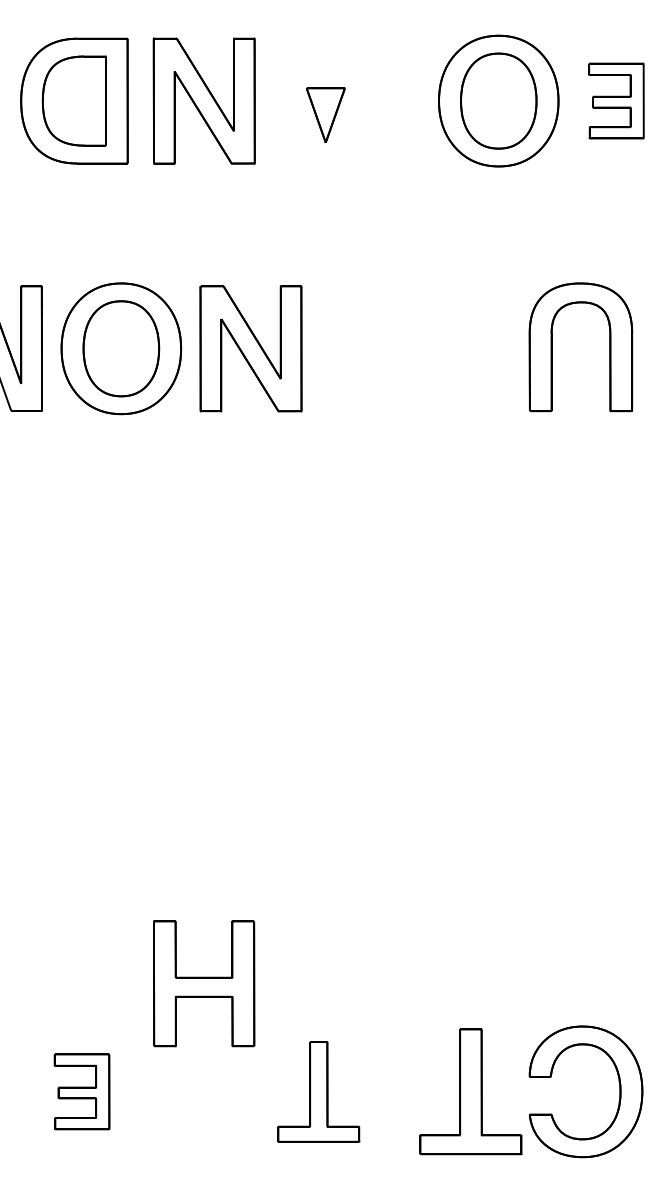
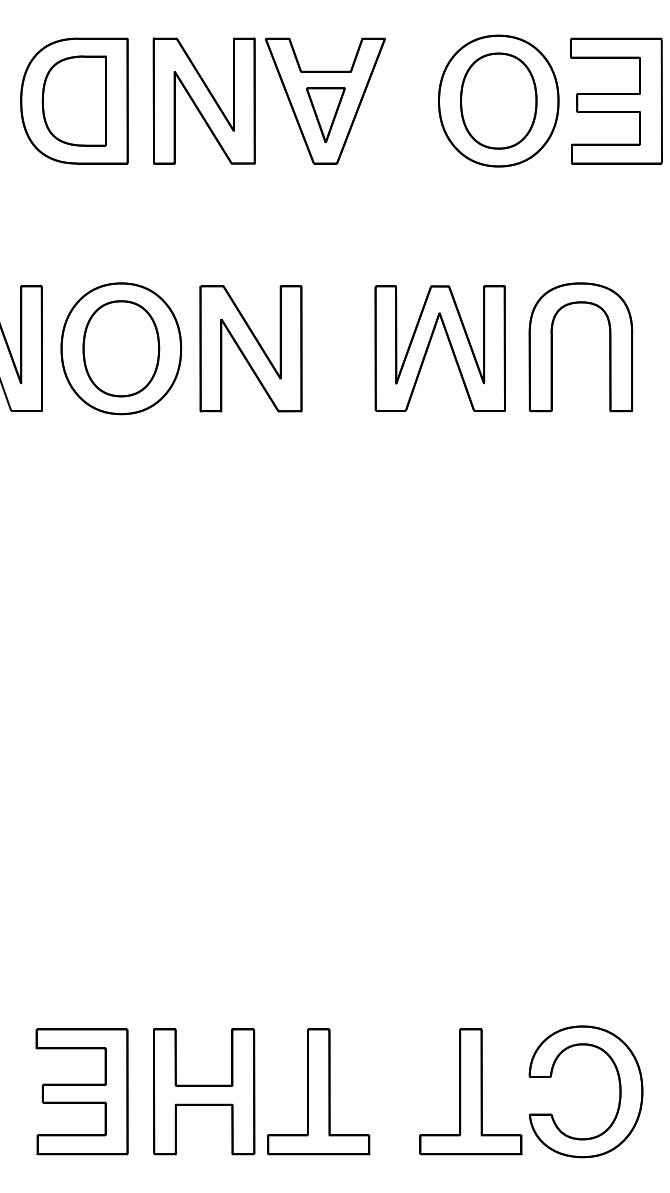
part at (324, 100): none -> present
part at (616, 100) size: 57x78 px -> 93x128 px
part at (429, 346): none -> present
part at (204, 983) position: (204, 983) -> (204, 1091)
part at (81, 1091) size: 58x78 px -> 94x128 px
part at (318, 1091) size: 84x102 px -> 104x128 px
